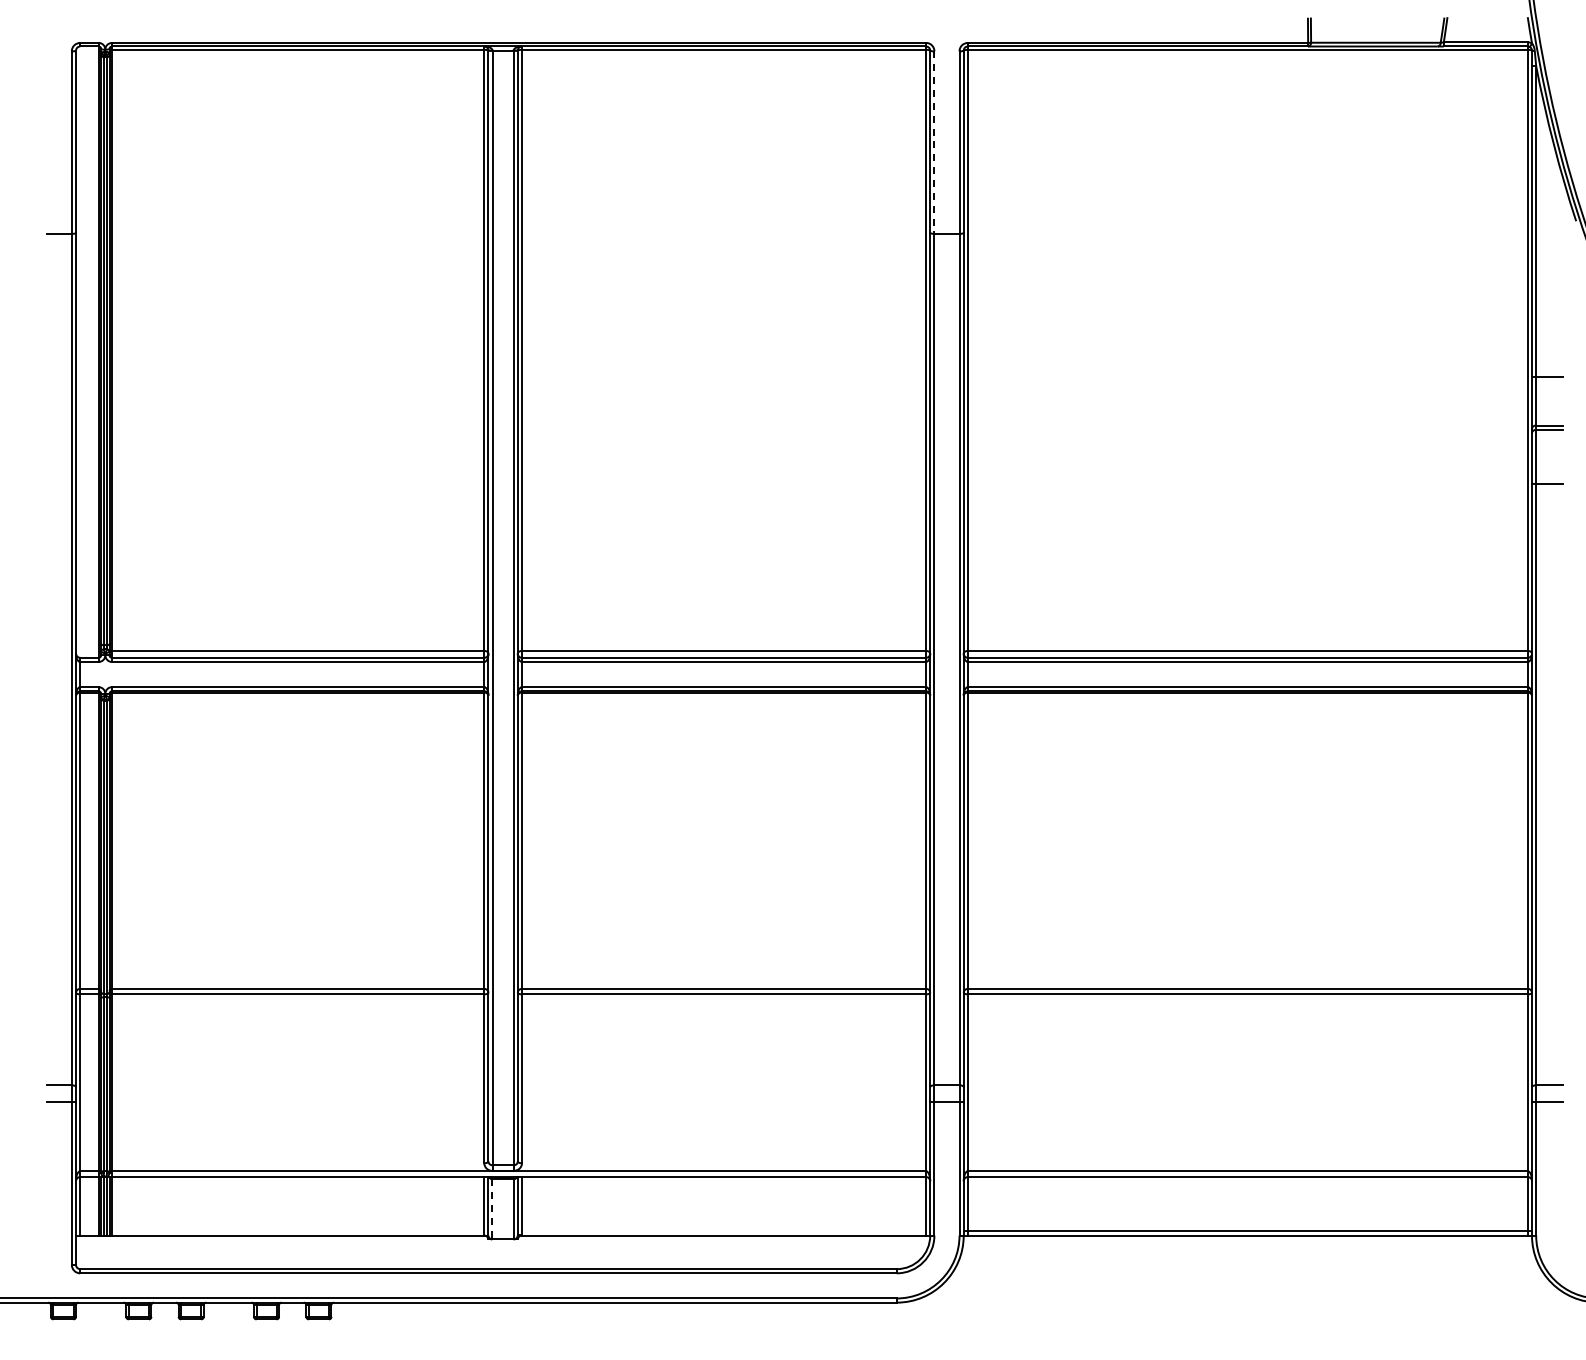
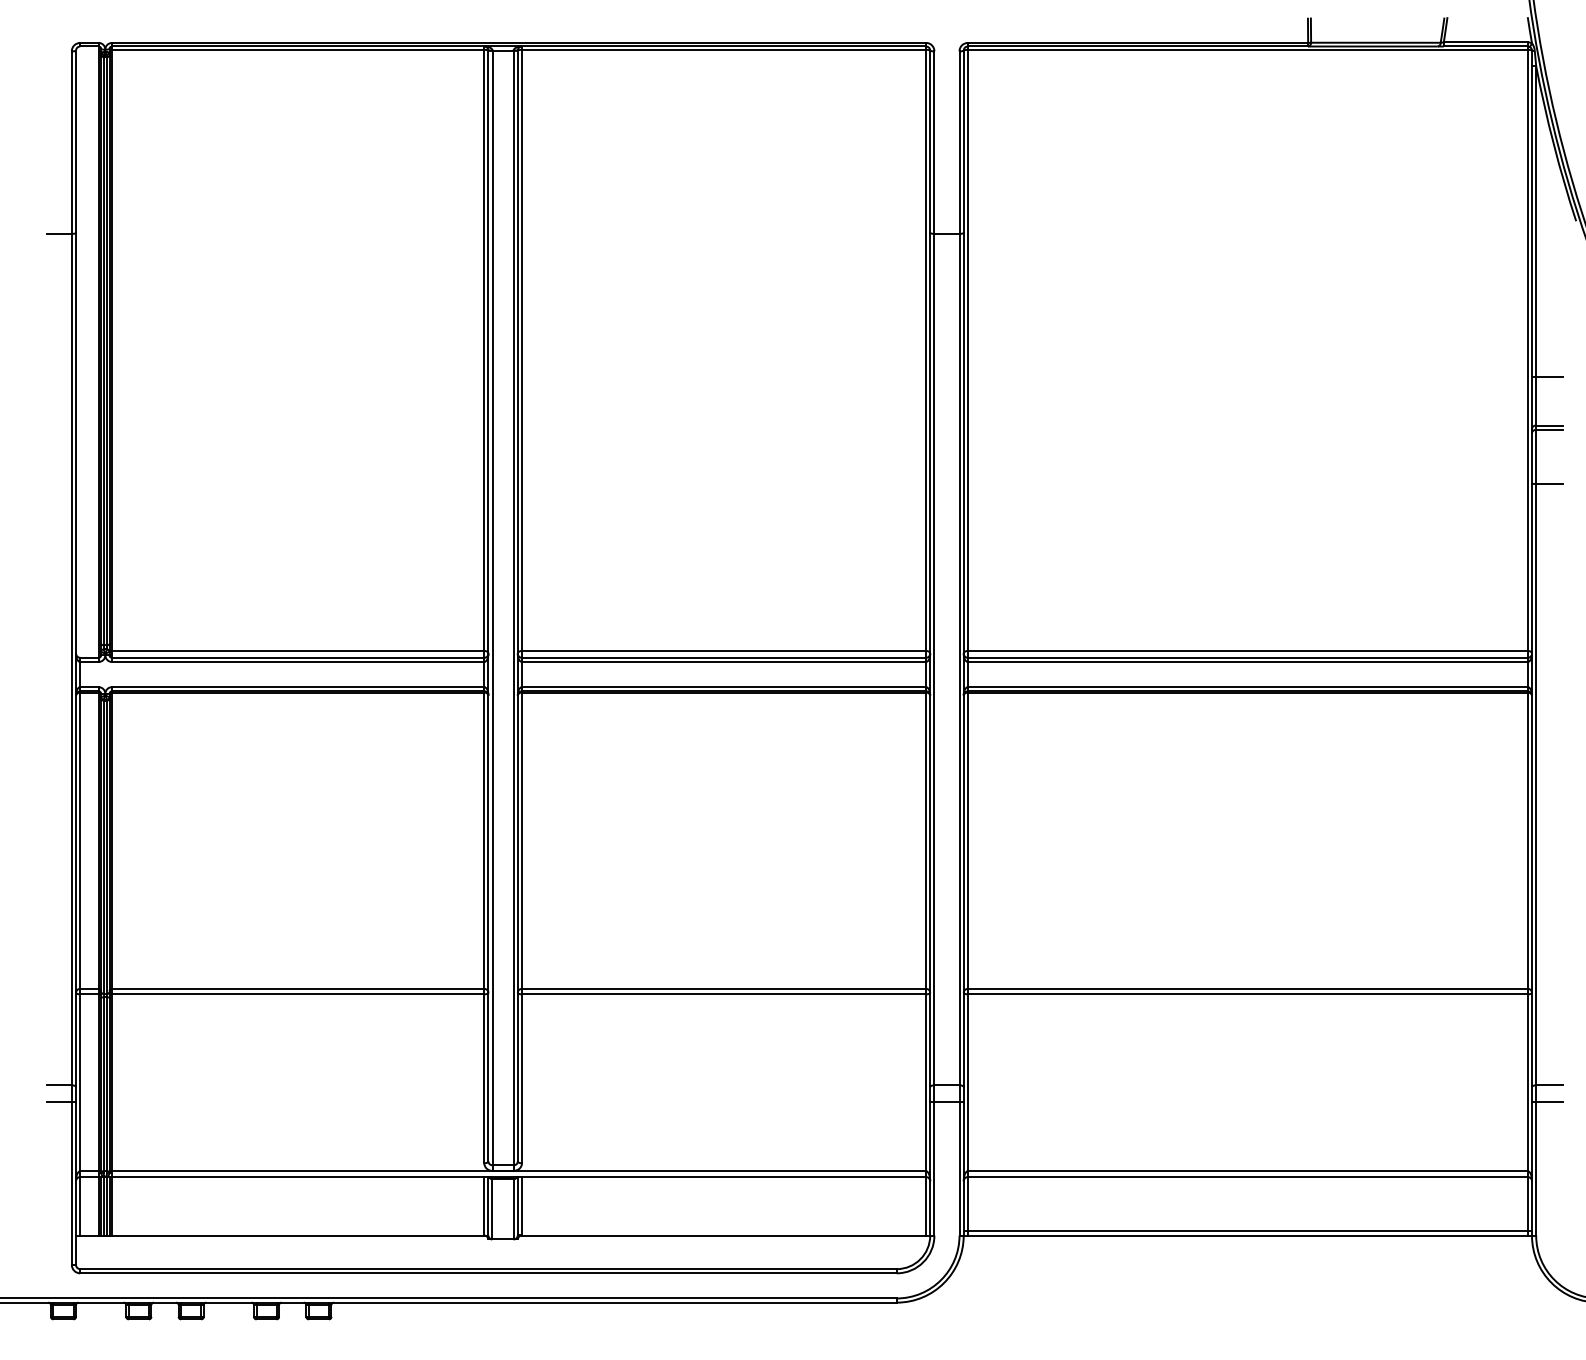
line at (934, 143): dashed -> solid
line at (492, 1209): dashed -> solid
